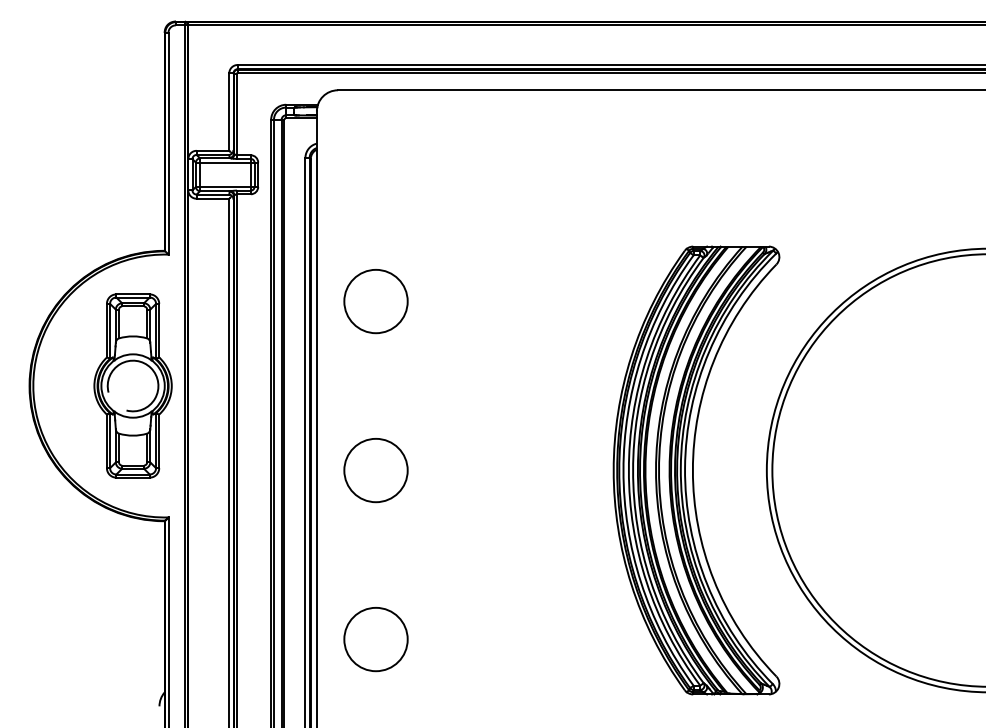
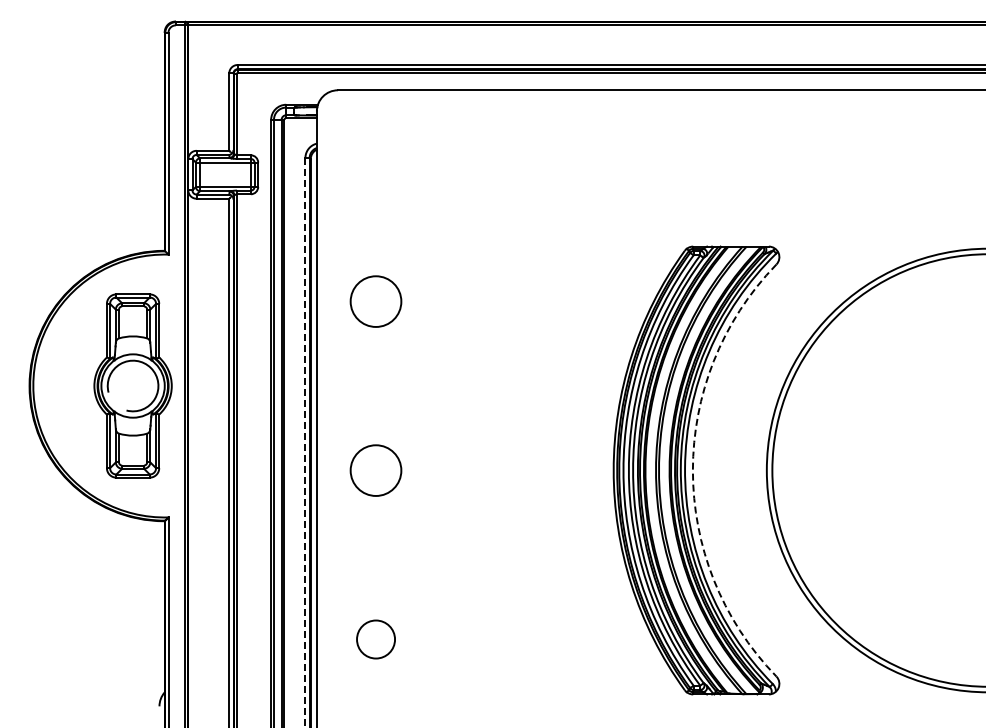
circle at (375, 301) size: 66x66 px -> 54x53 px
line at (305, 442): solid -> dashed
circle at (375, 470) size: 66x66 px -> 54x53 px
arc at (692, 470): solid -> dashed
circle at (375, 639) diameter: 63 px -> 38 px
